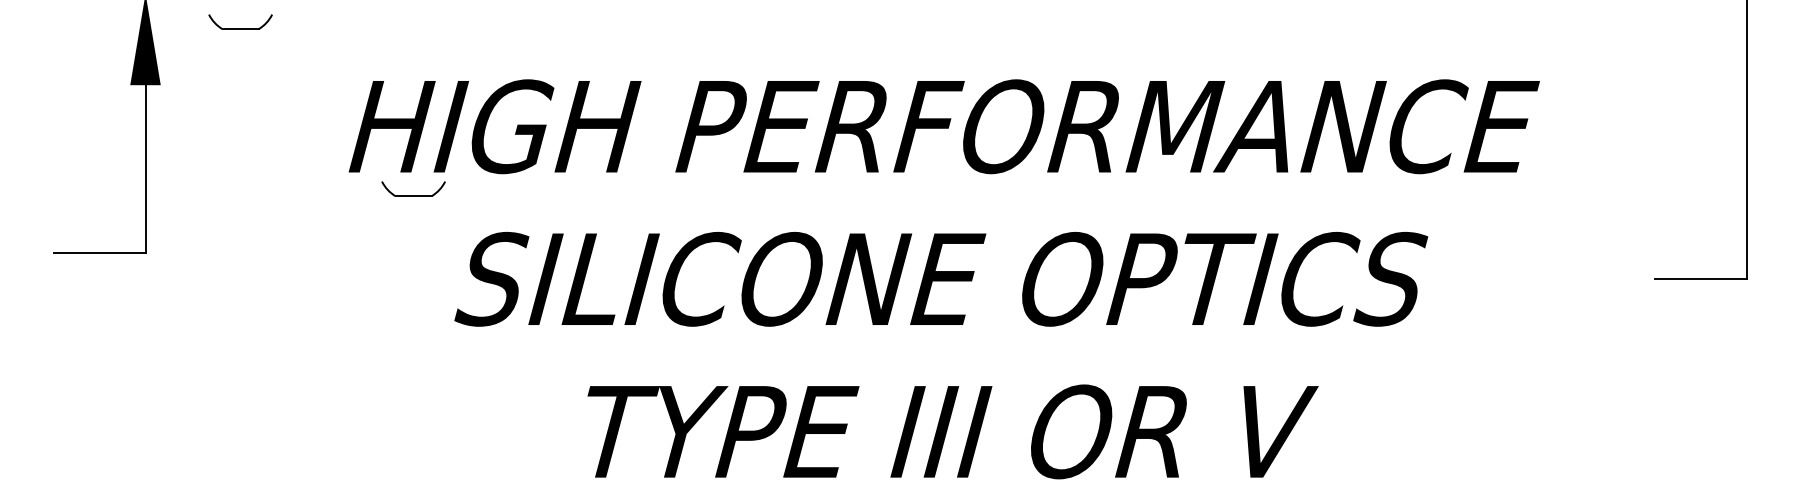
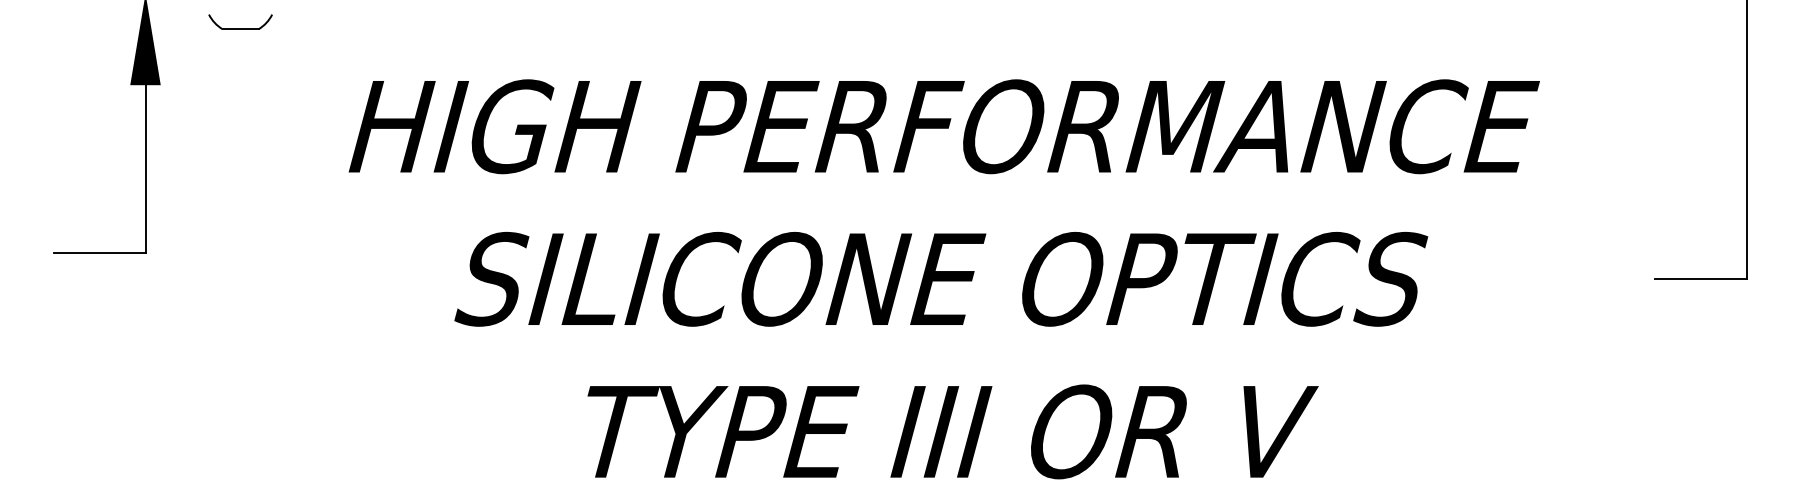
part at (413, 195): present -> none
